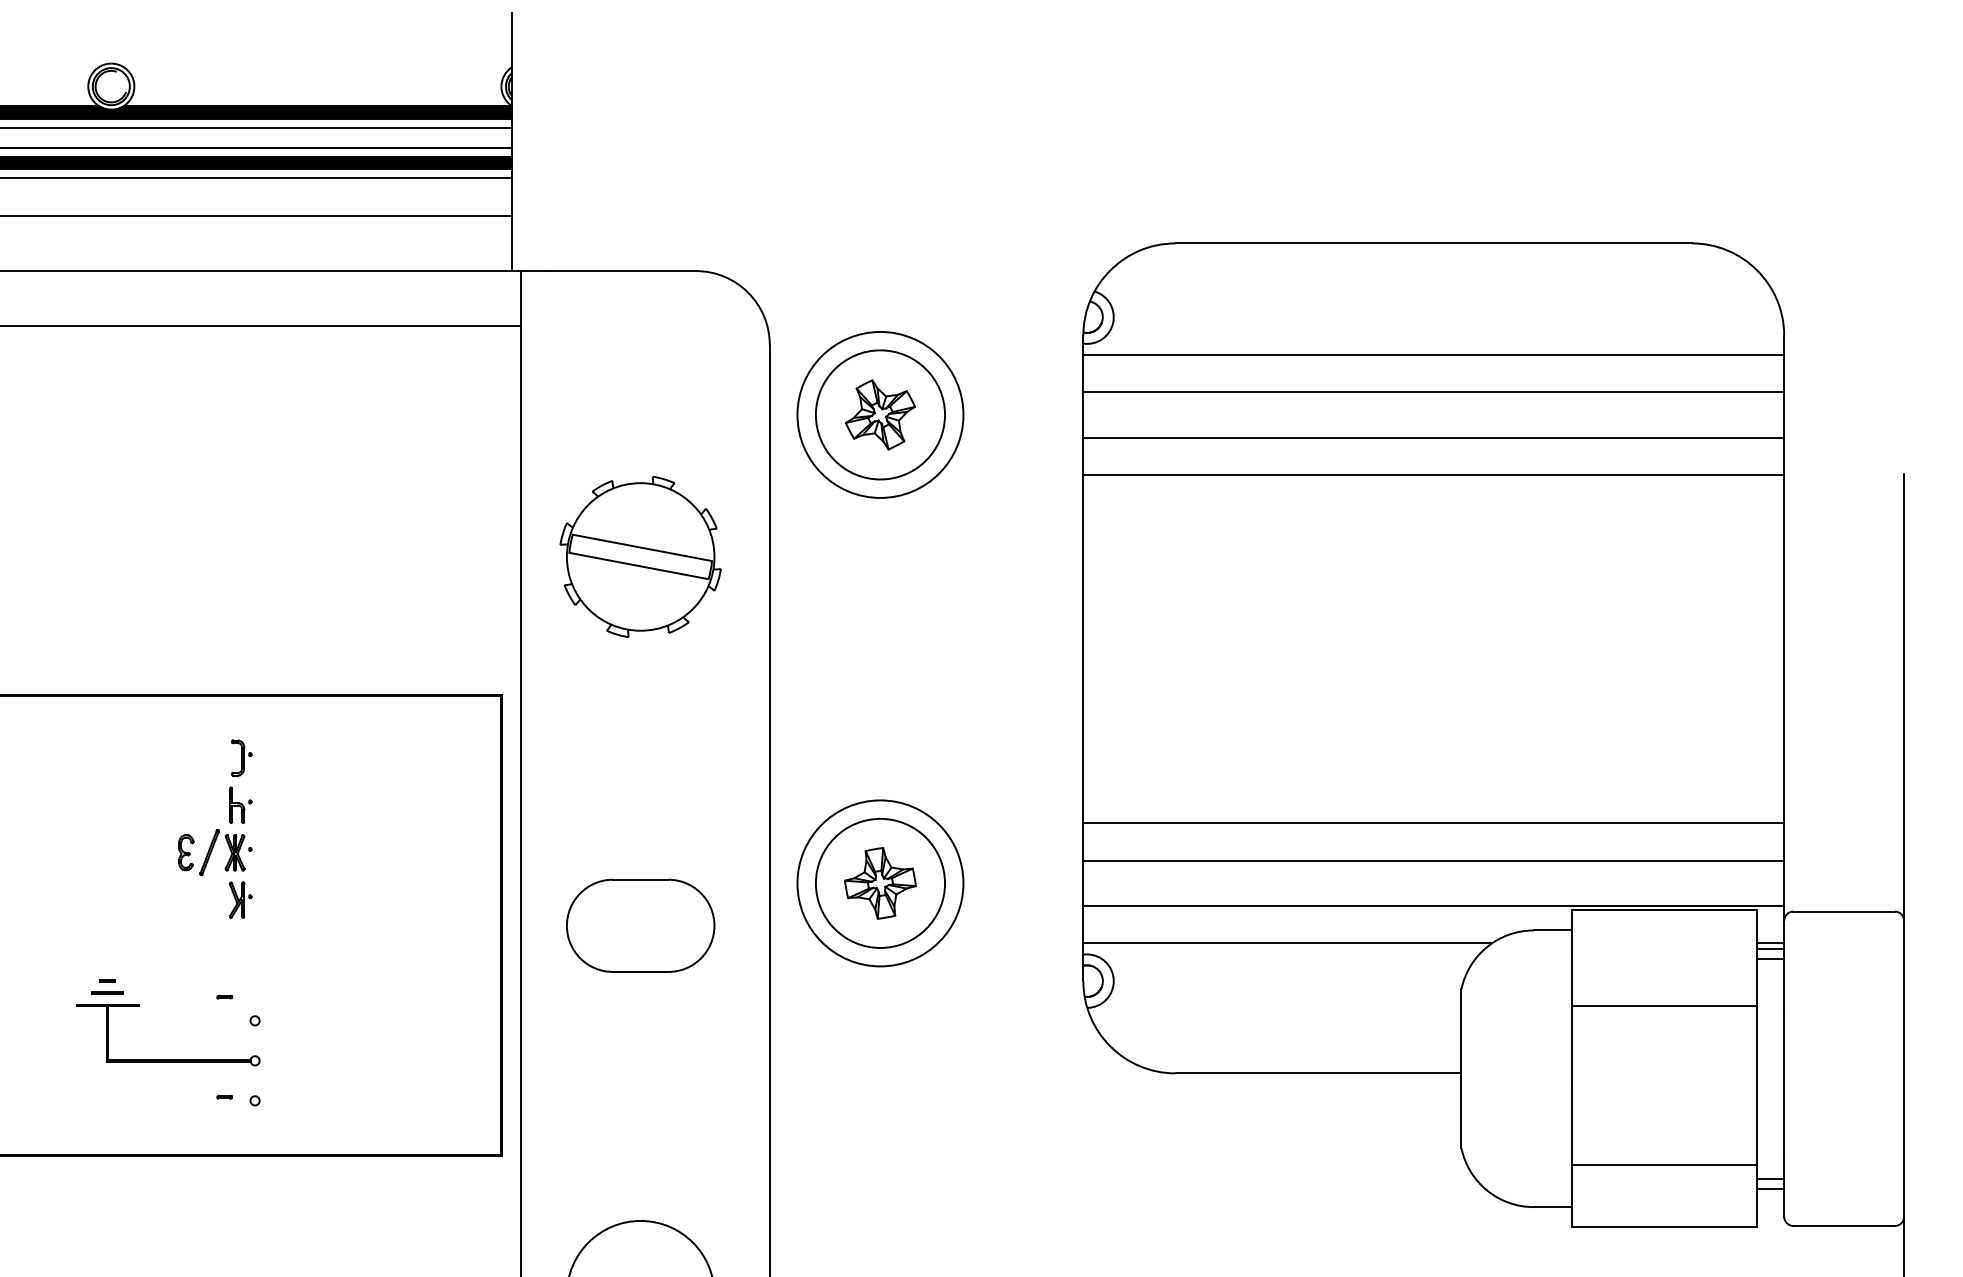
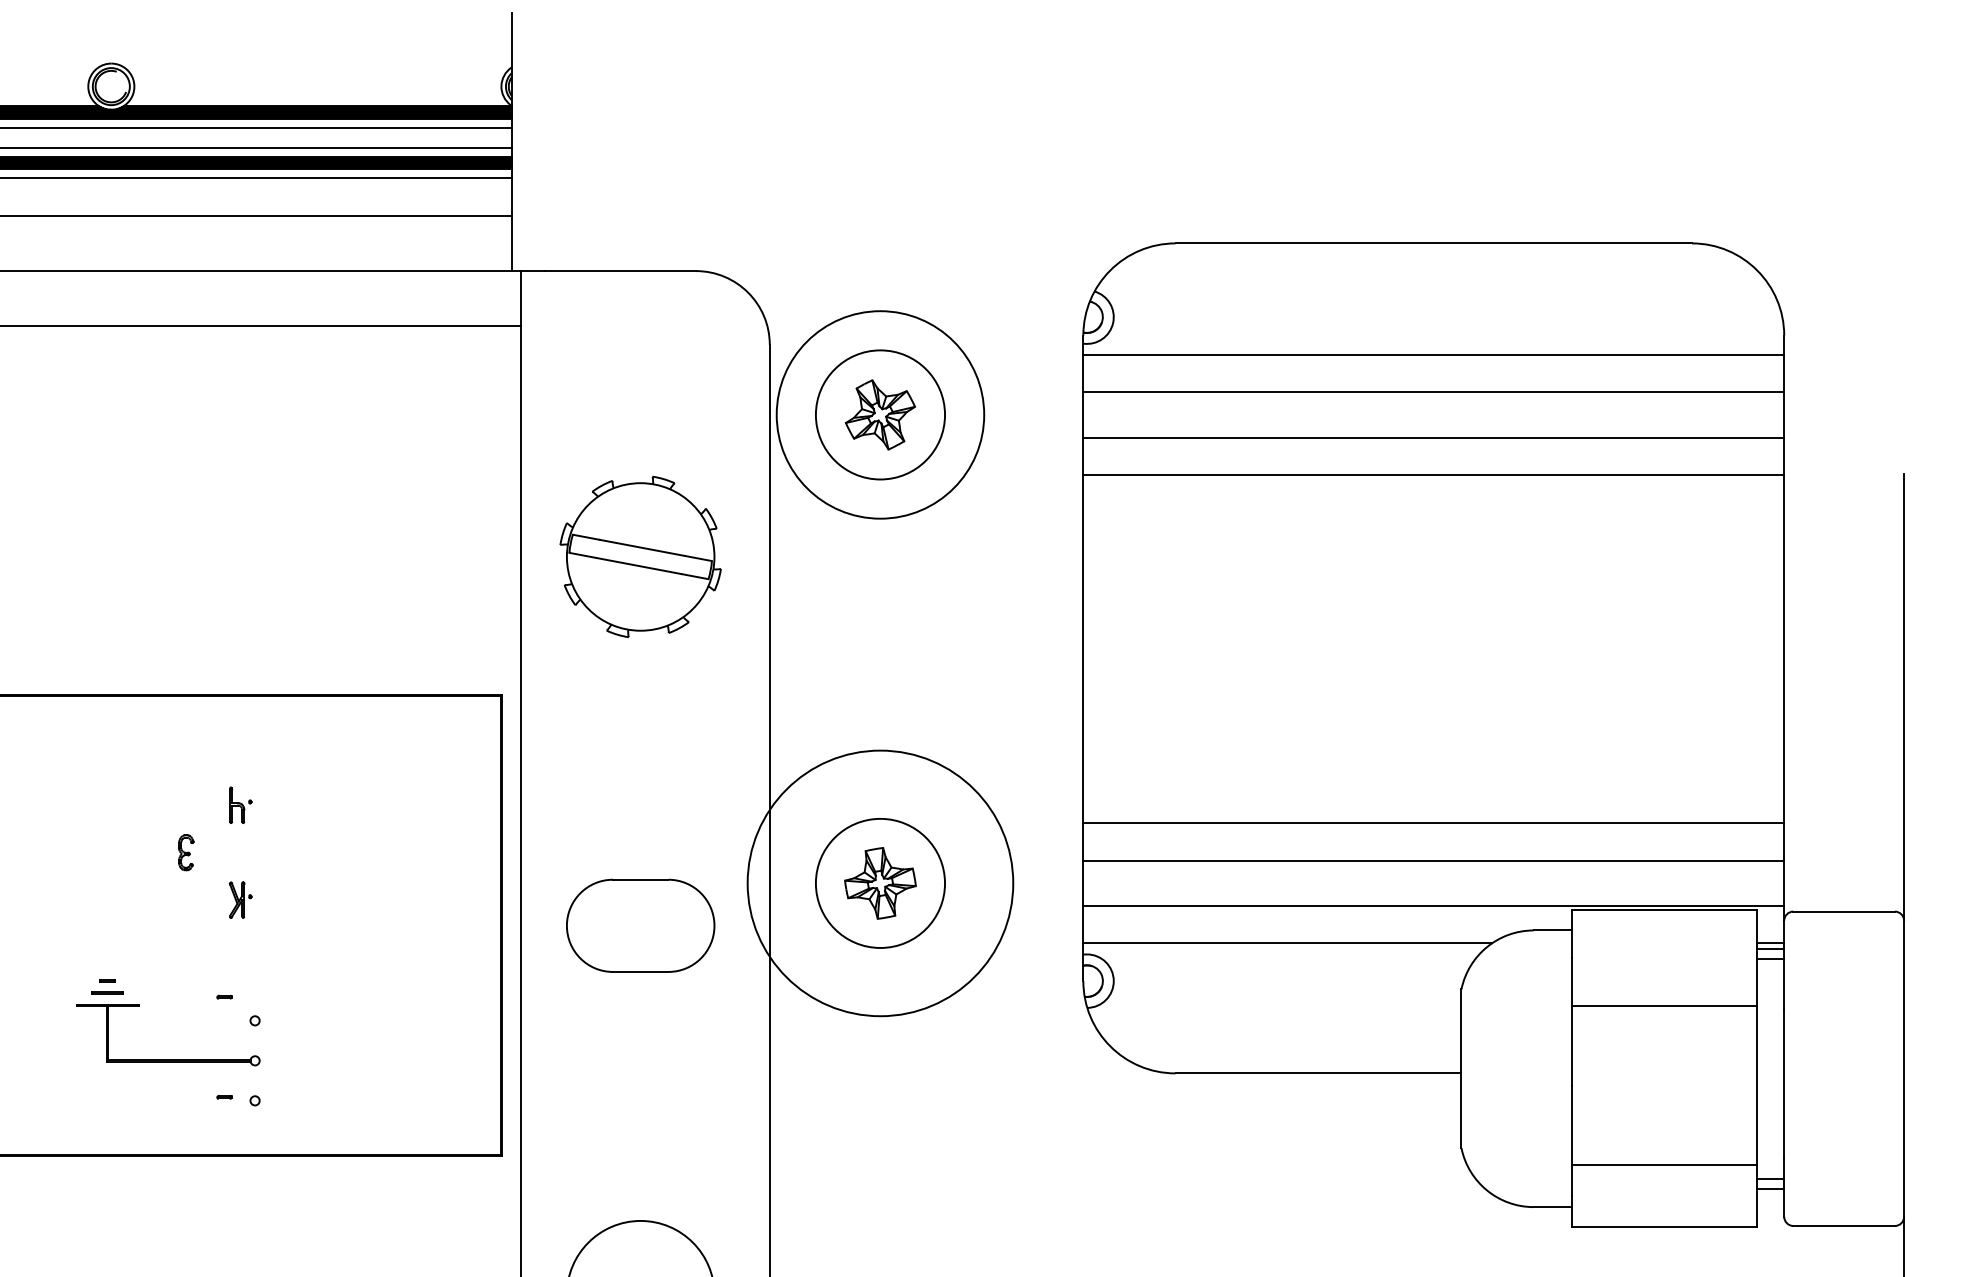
circle at (880, 414) diameter: 166 px -> 207 px
part at (241, 757): present -> none
part at (225, 852): present -> none
circle at (880, 883) diameter: 166 px -> 266 px
